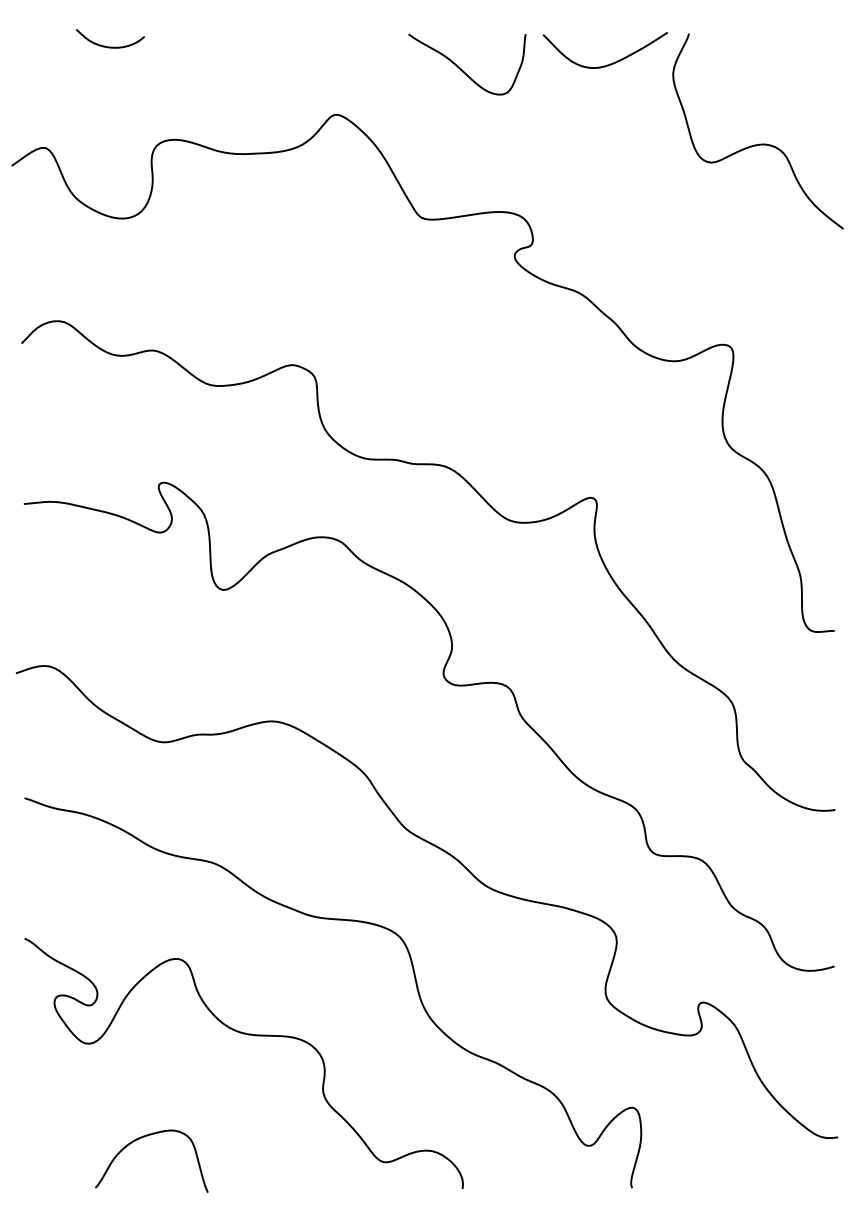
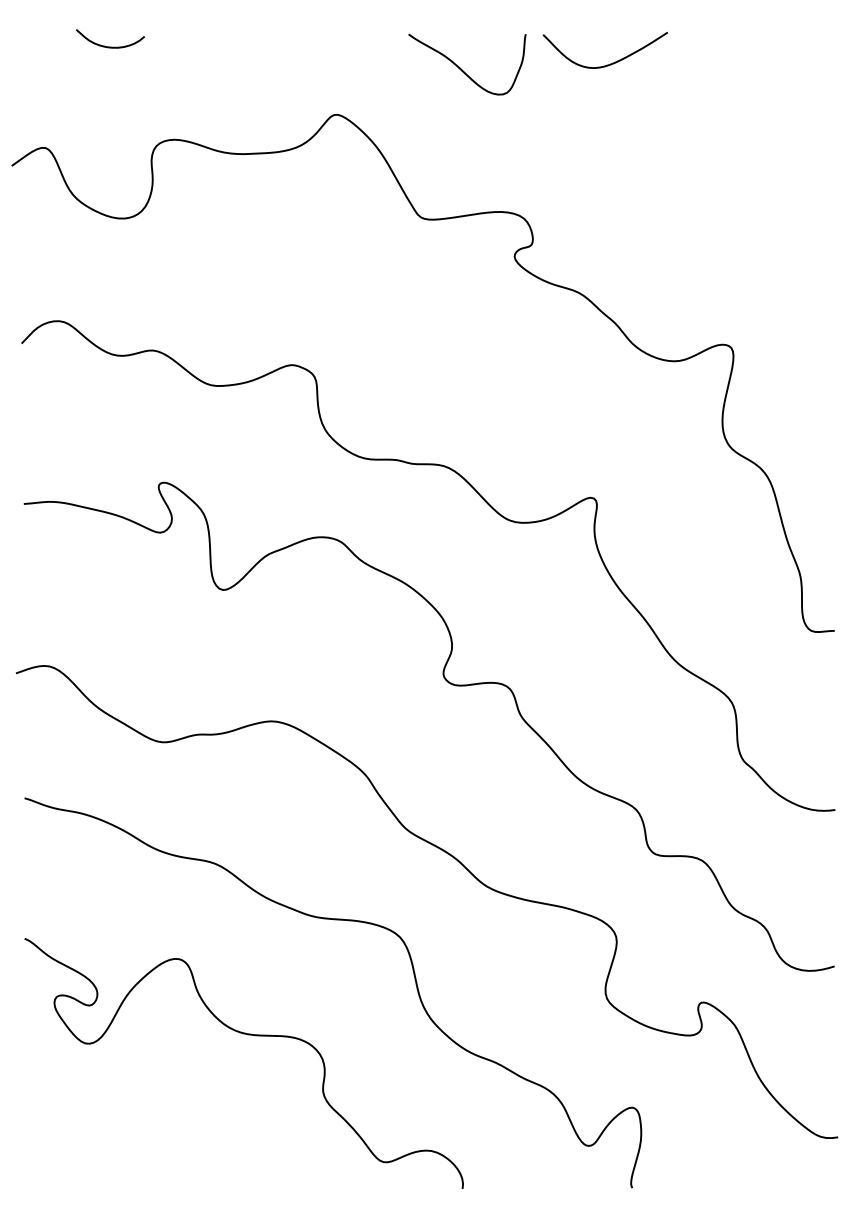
curve at (759, 143): present -> none
curve at (144, 1137): present -> none
